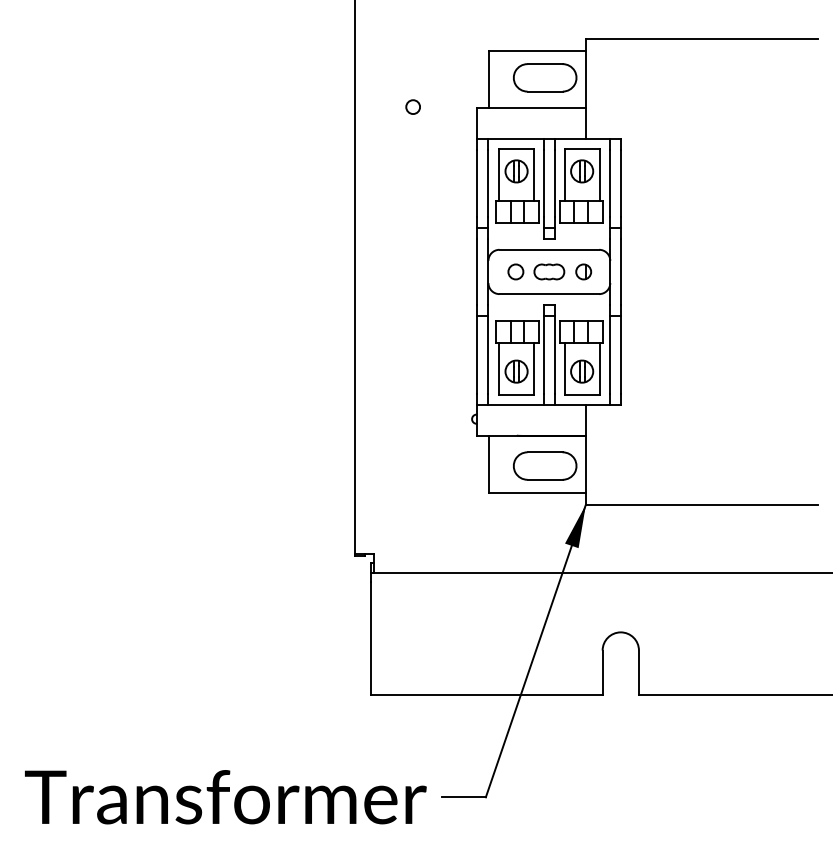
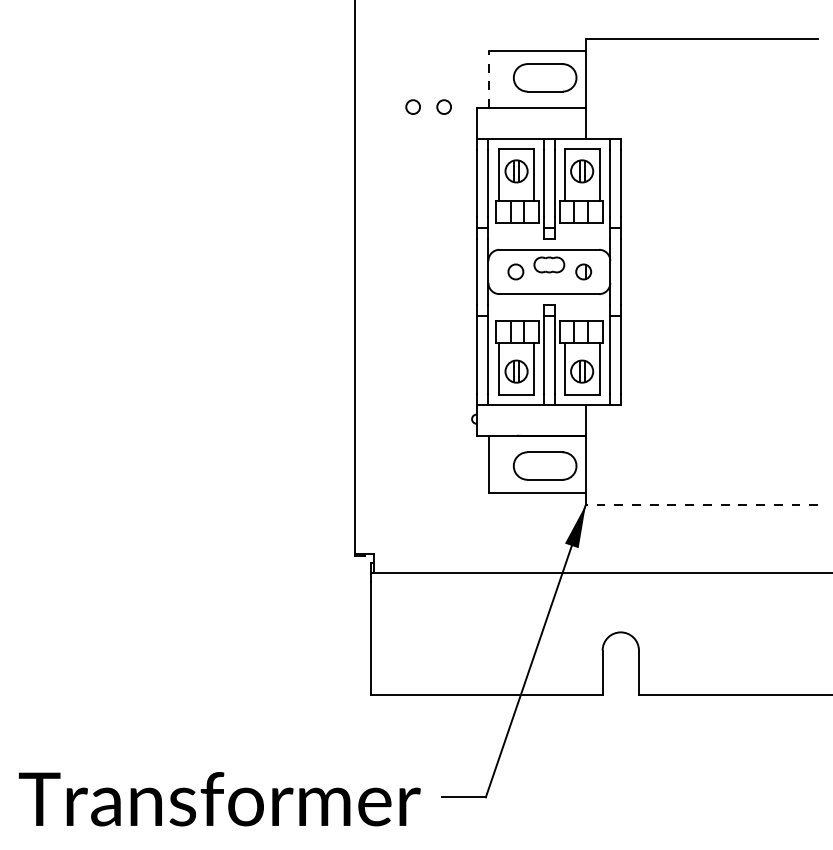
line at (489, 79): solid -> dashed
circle at (443, 106): none -> present
part at (549, 271) position: (549, 271) -> (549, 264)
line at (701, 504): solid -> dashed
text at (225, 797) position: (225, 797) -> (219, 799)
